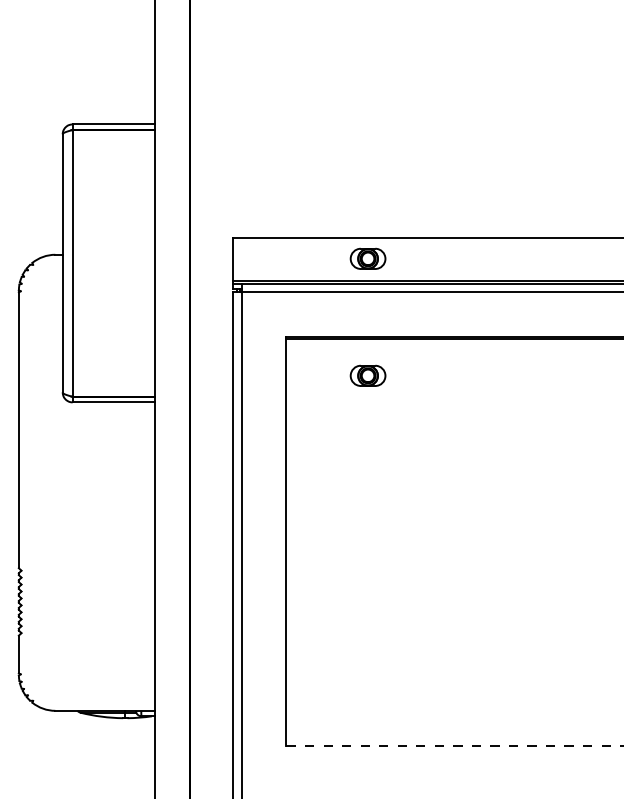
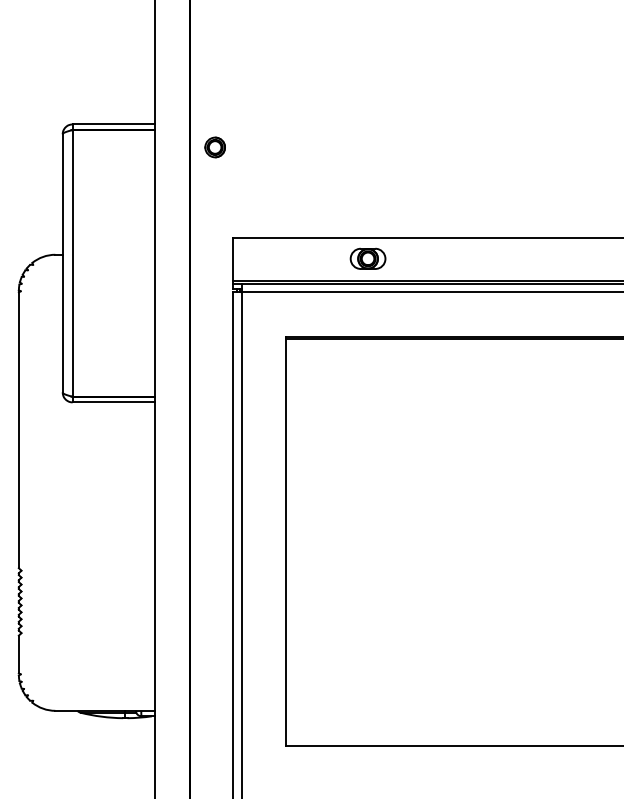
part at (214, 147): none -> present
part at (367, 375): present -> none
line at (455, 745): dashed -> solid
